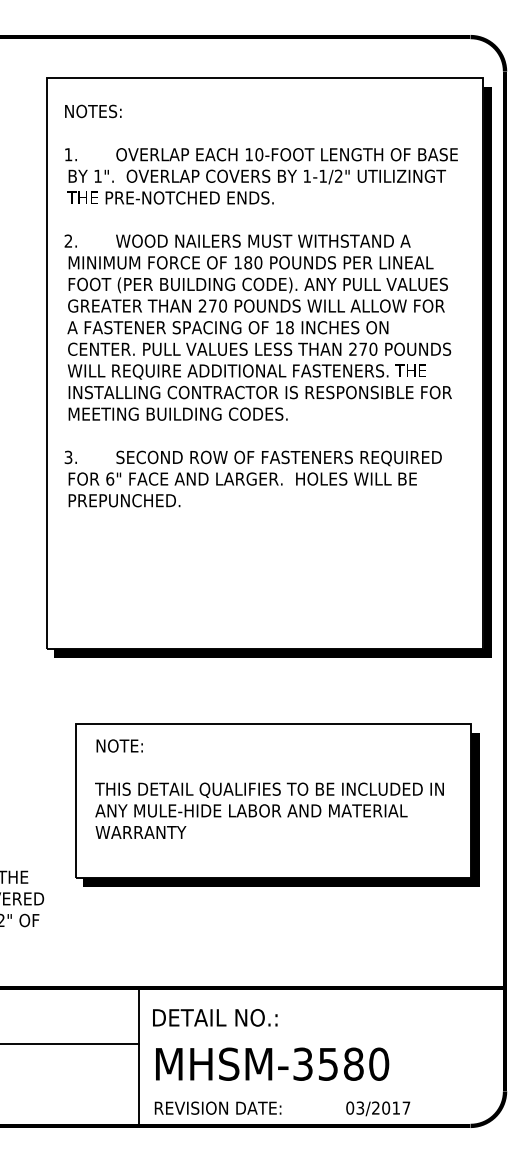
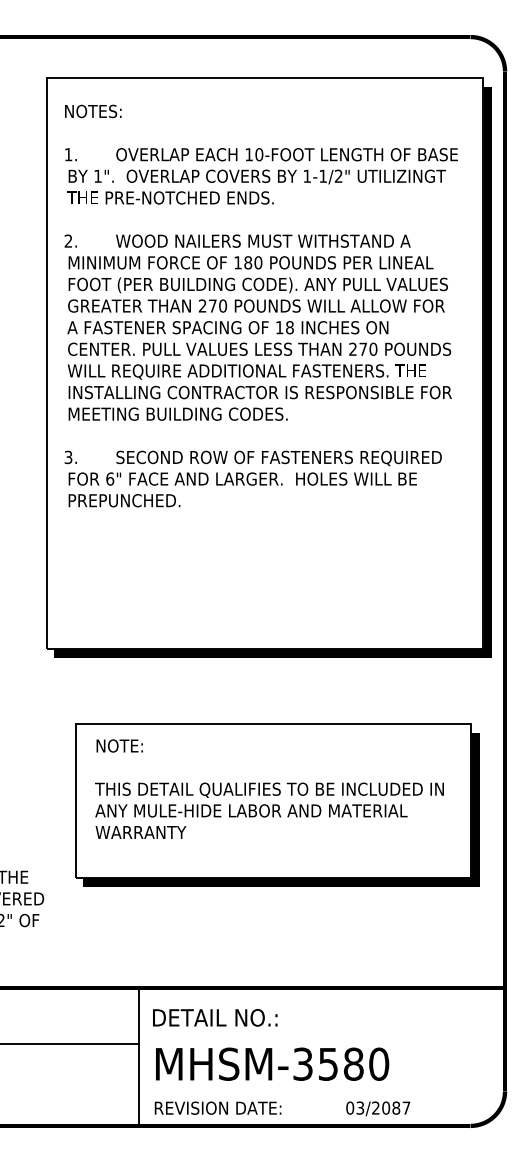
text at (396, 1107): 03/2017 -> 03/2087
